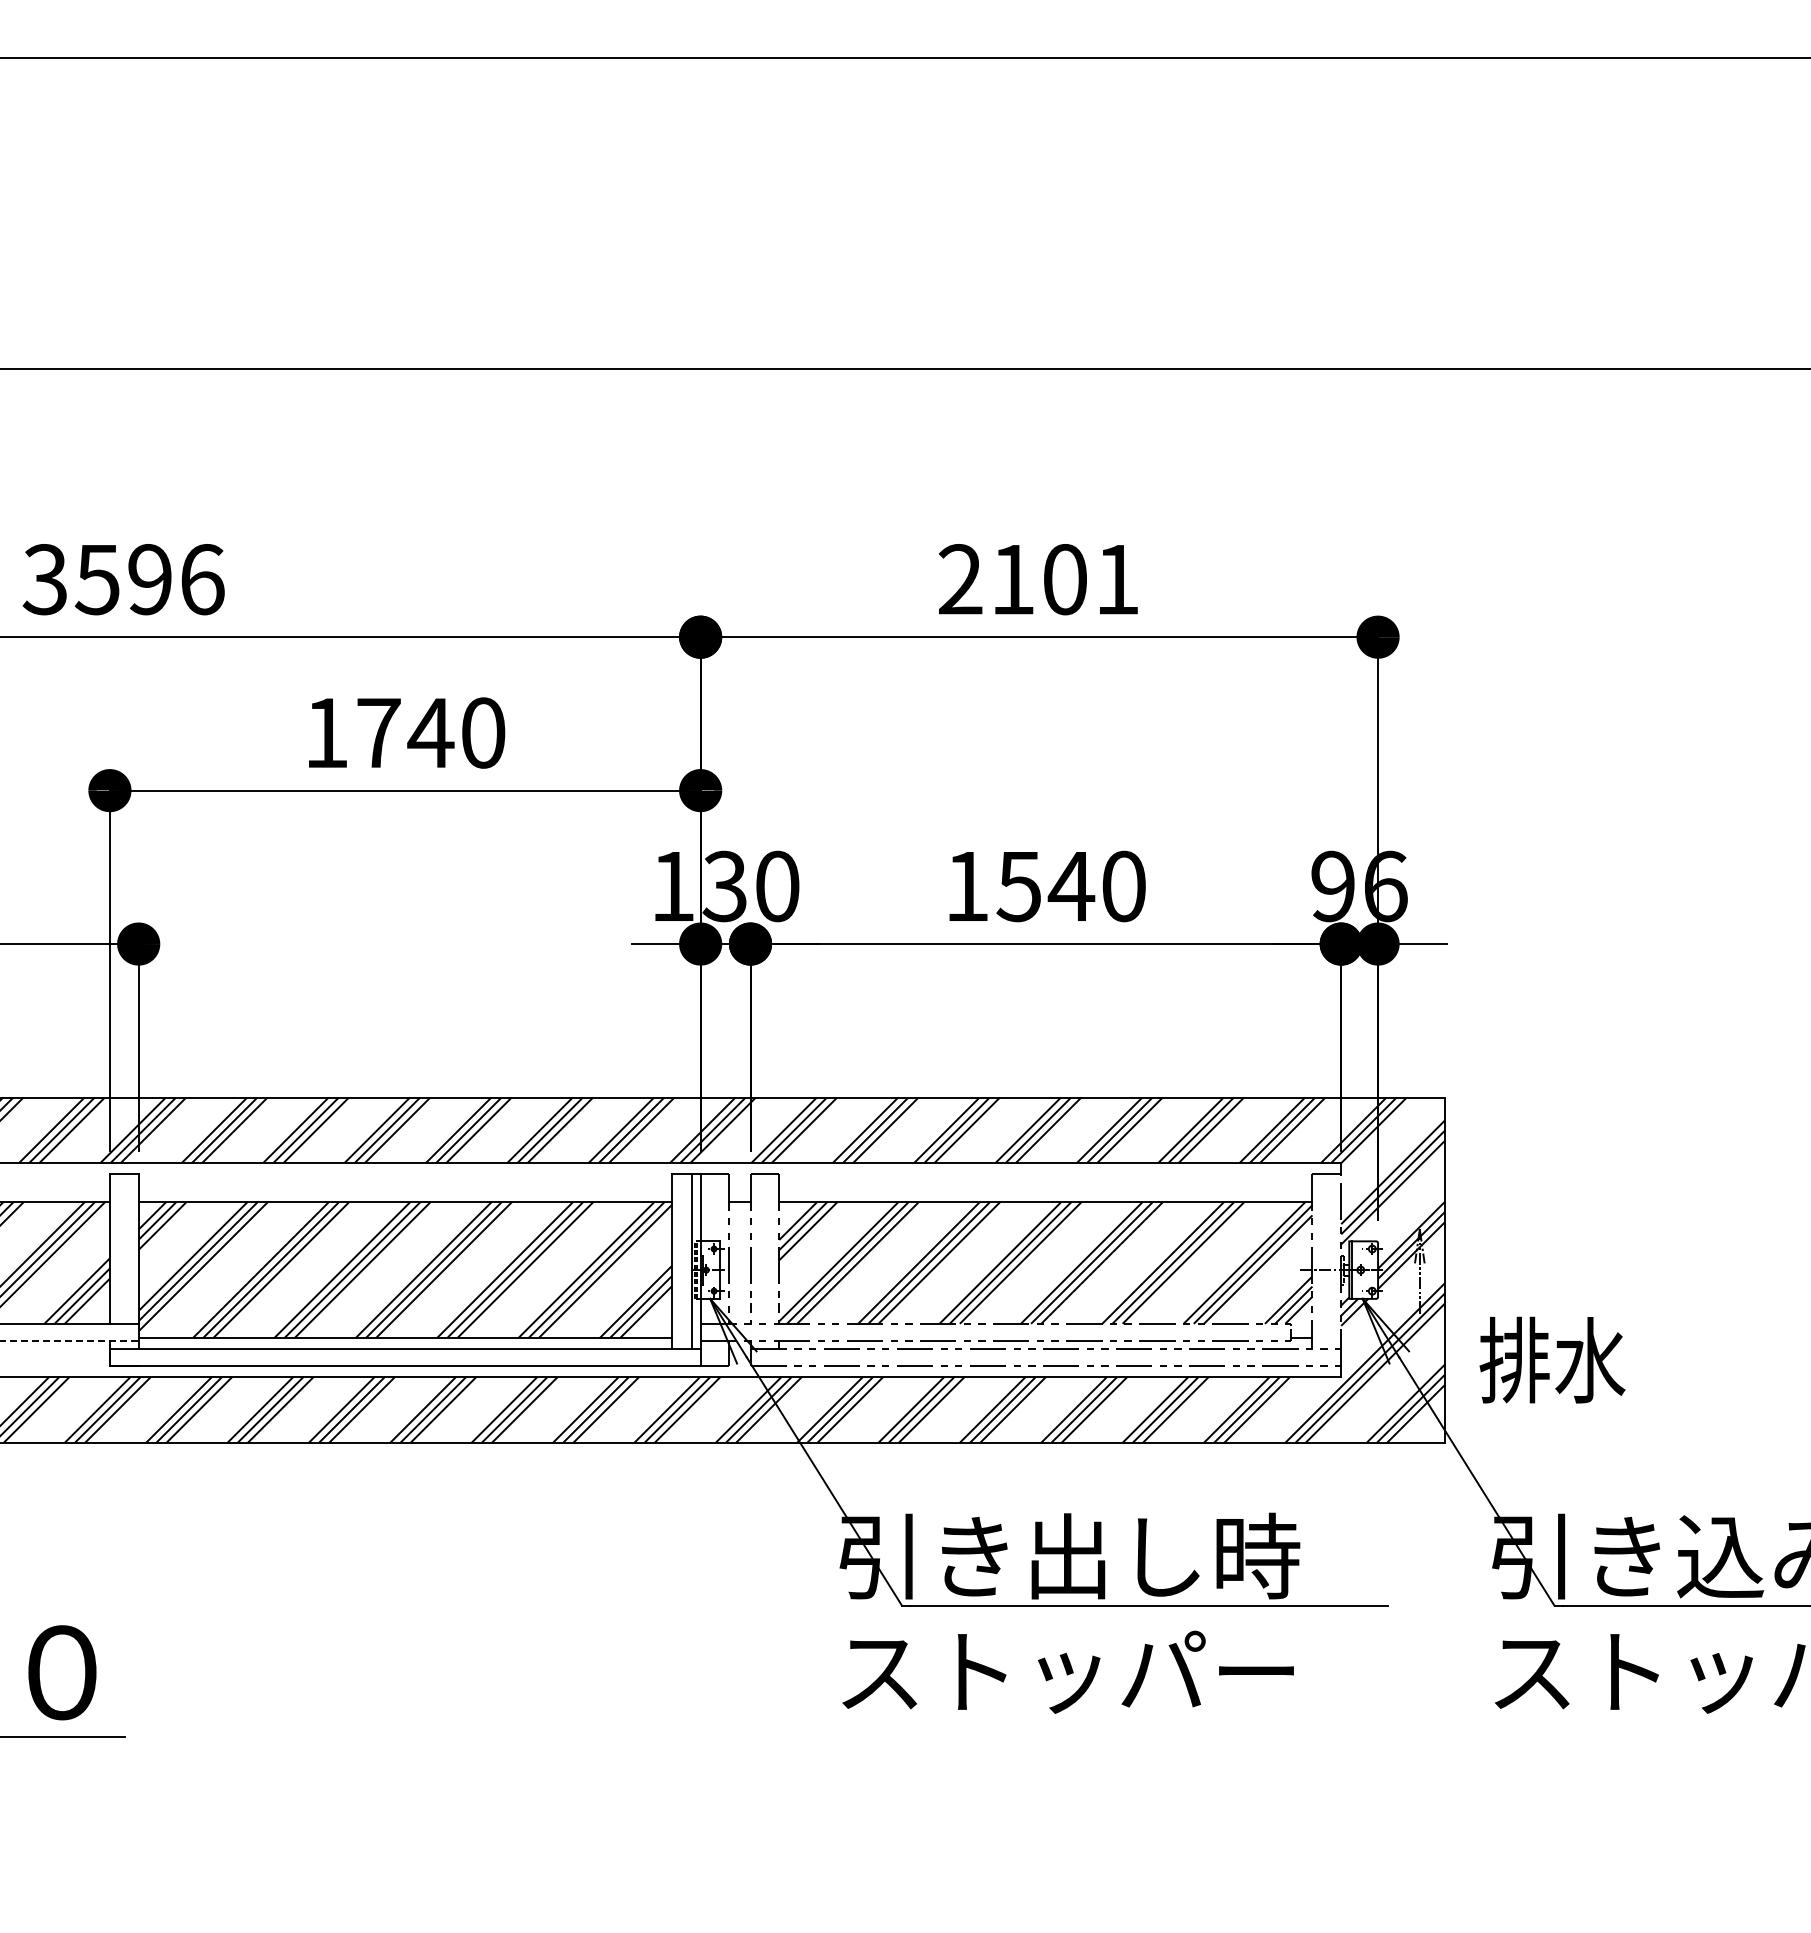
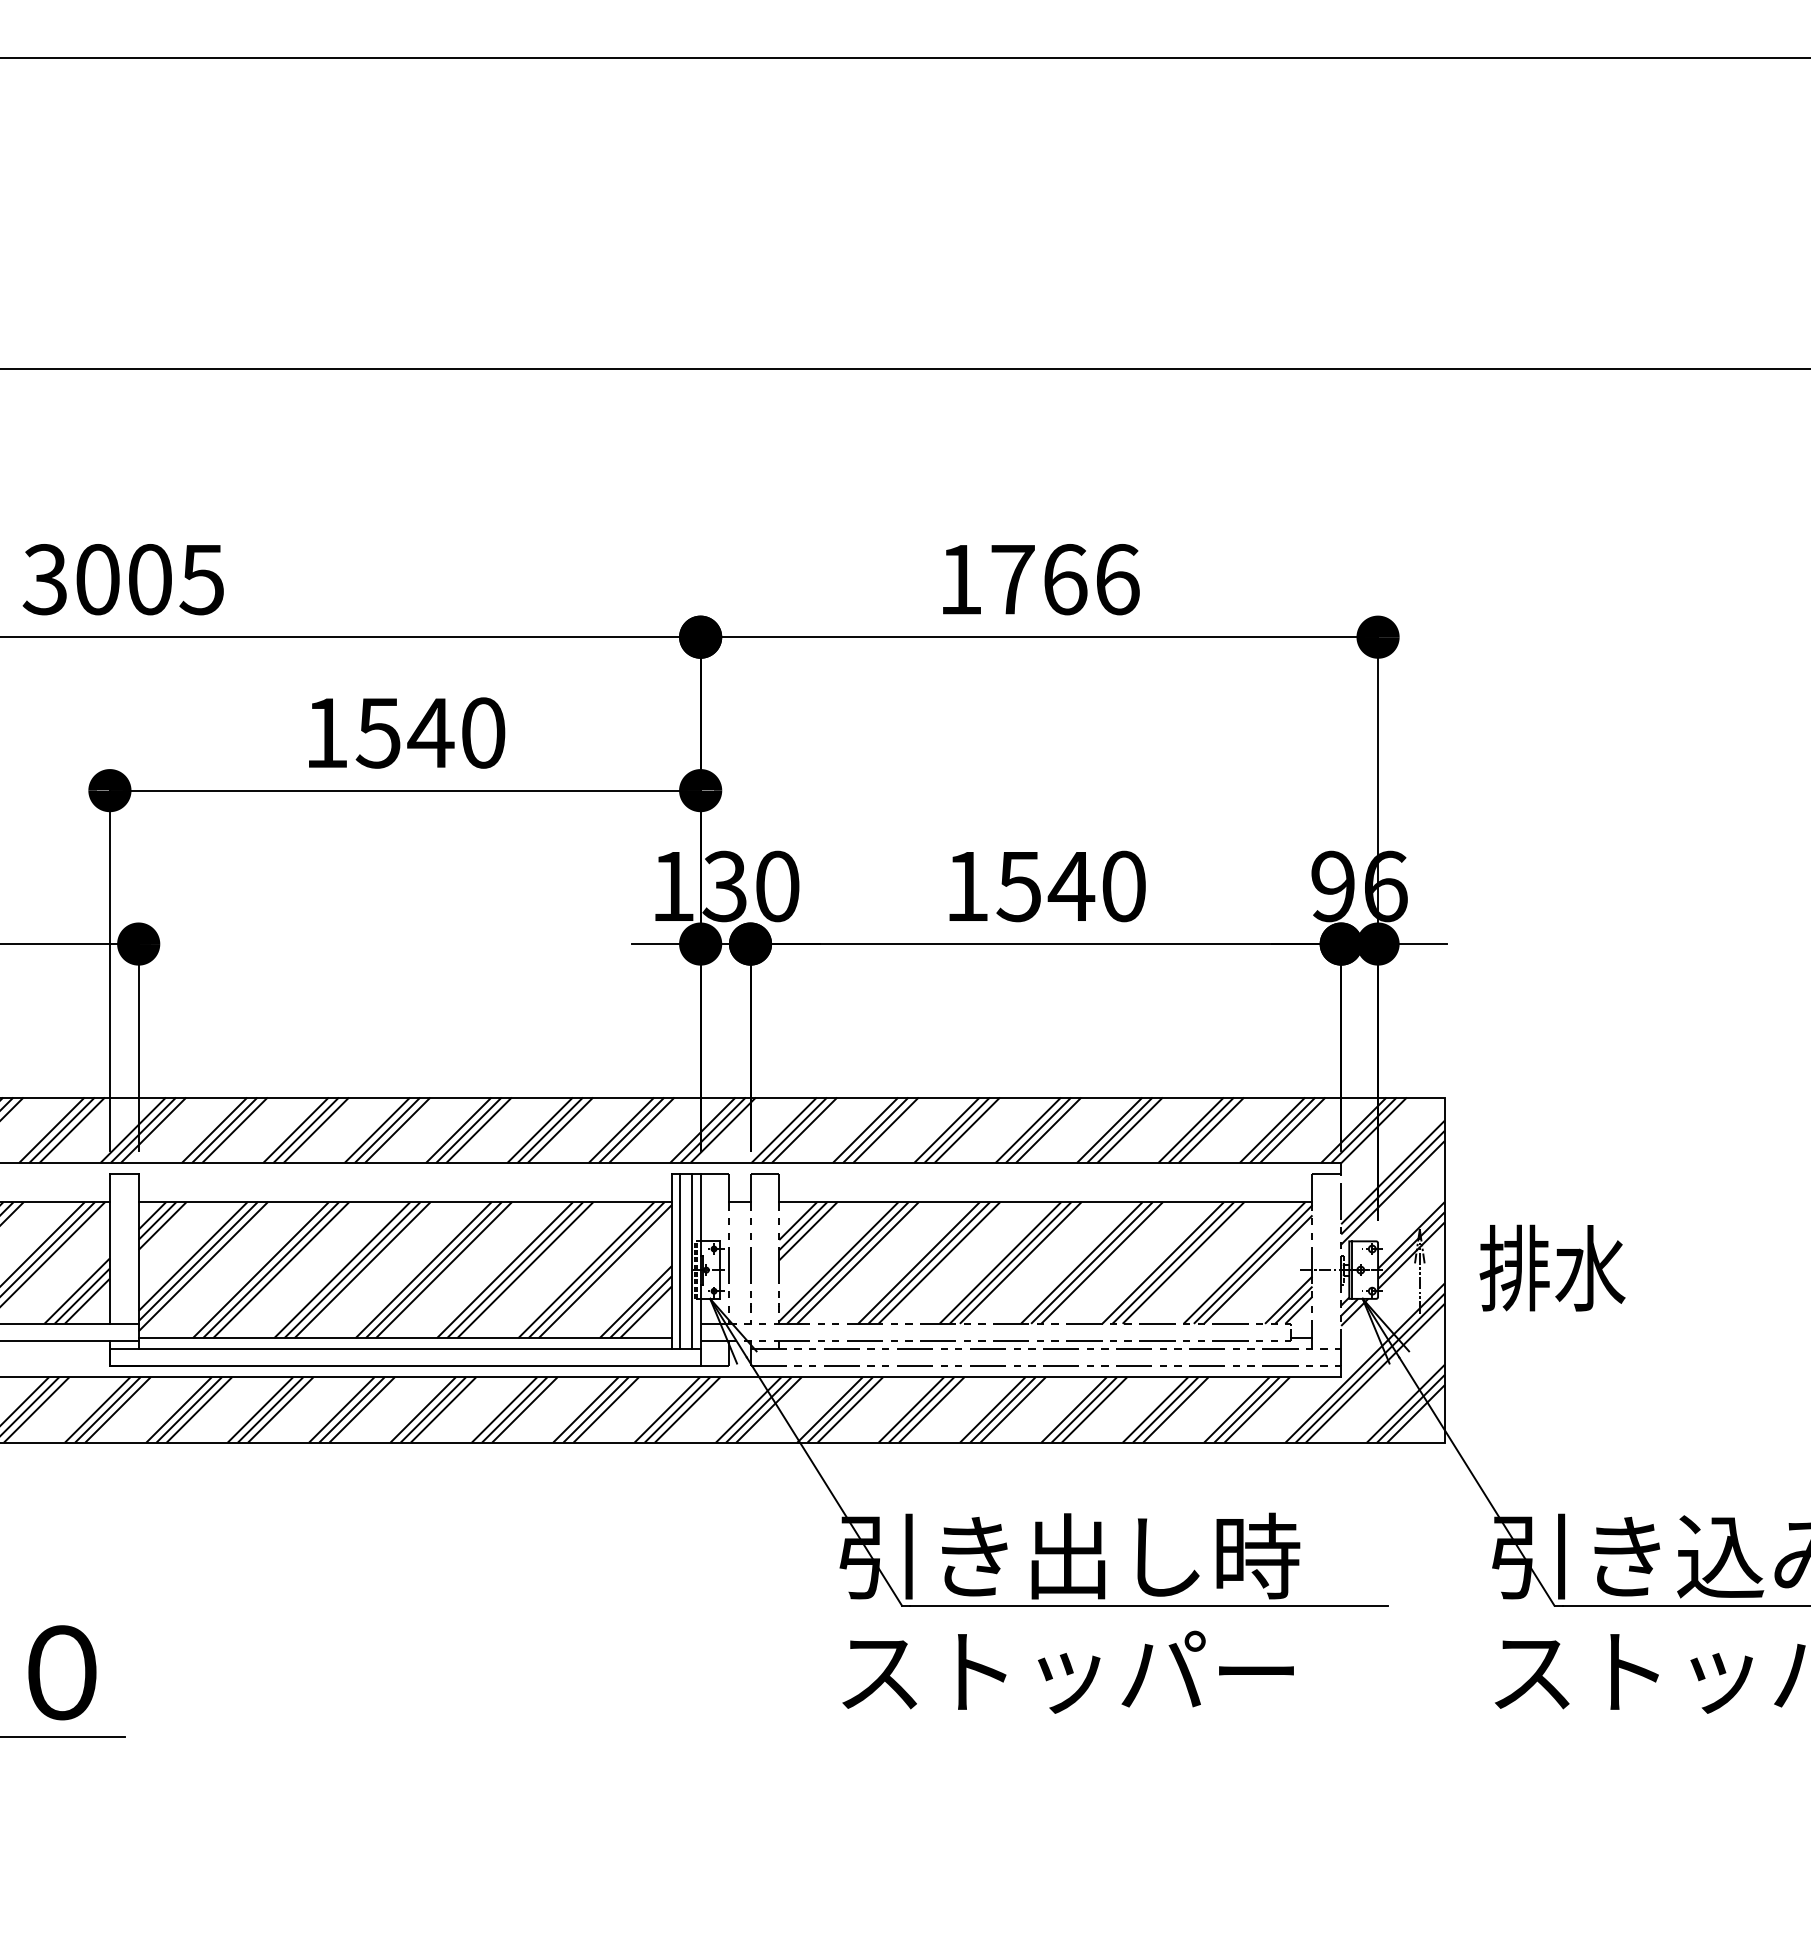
text at (149, 579): 3596 -> 3005
text at (1038, 579): 2101 -> 1766
text at (377, 733): 1740 -> 1540
line at (680, 1261): none -> present
line at (69, 1341): dashed -> solid
text at (1552, 1359) position: (1552, 1359) -> (1552, 1267)
